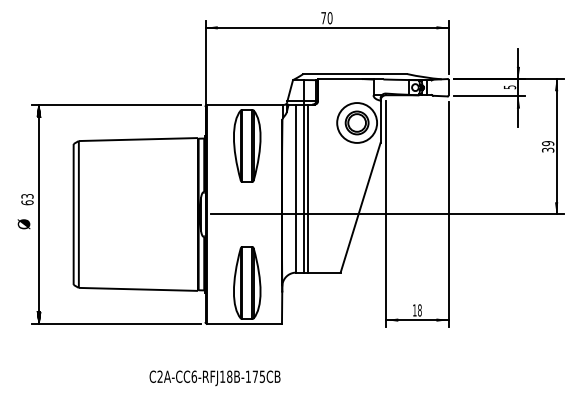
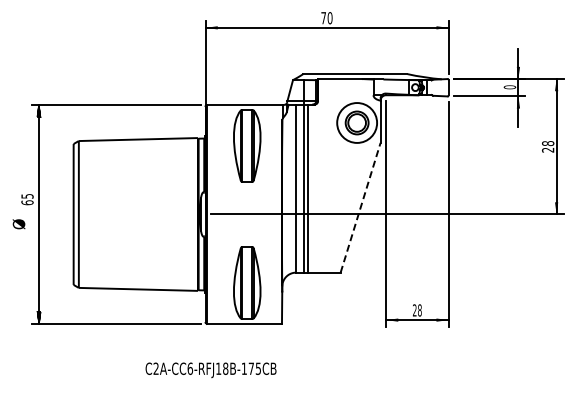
text at (509, 87): 5 -> 0
text at (548, 146): 39 -> 28
text at (26, 196): 63 -> 65
line at (360, 207): solid -> dashed
text at (23, 224) position: (23, 224) -> (18, 224)
text at (414, 310): 18 -> 28
text at (214, 378) position: (214, 378) -> (210, 370)
